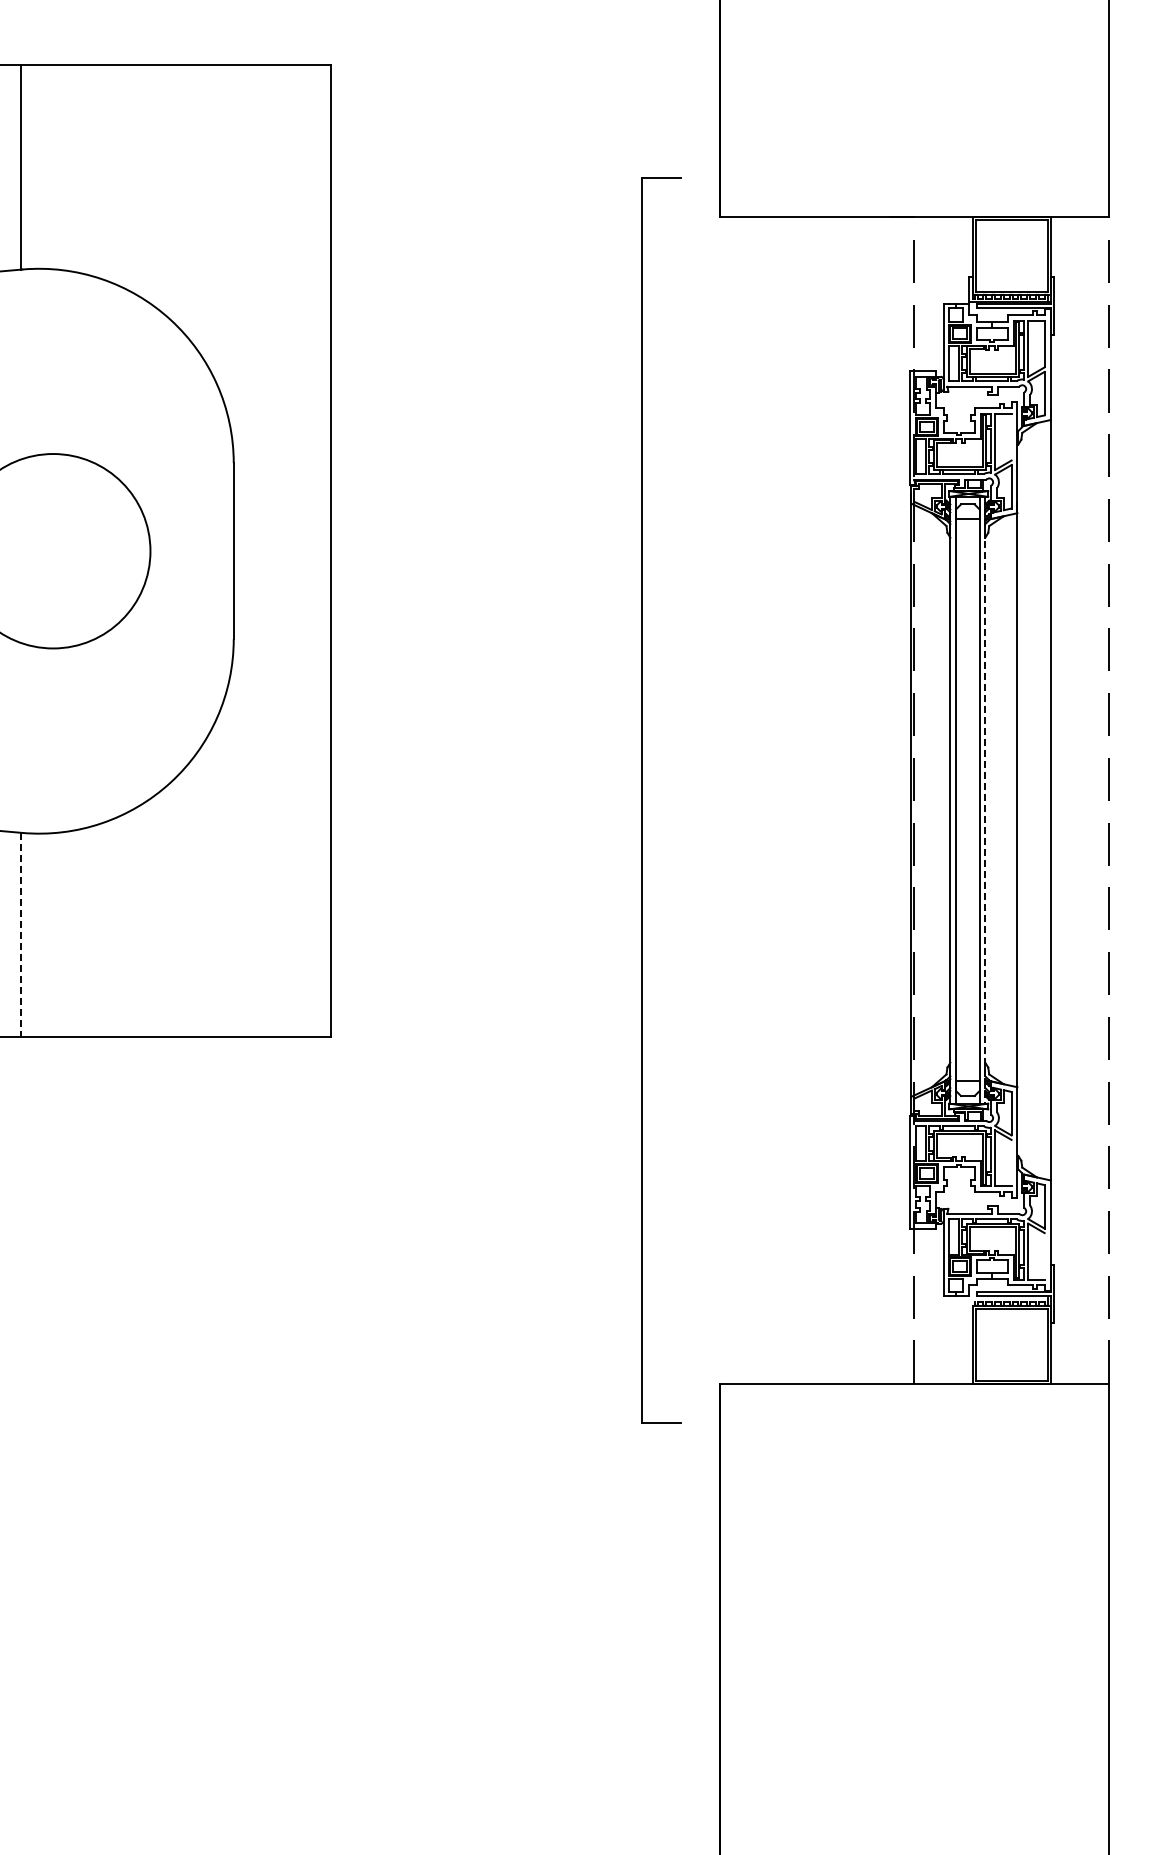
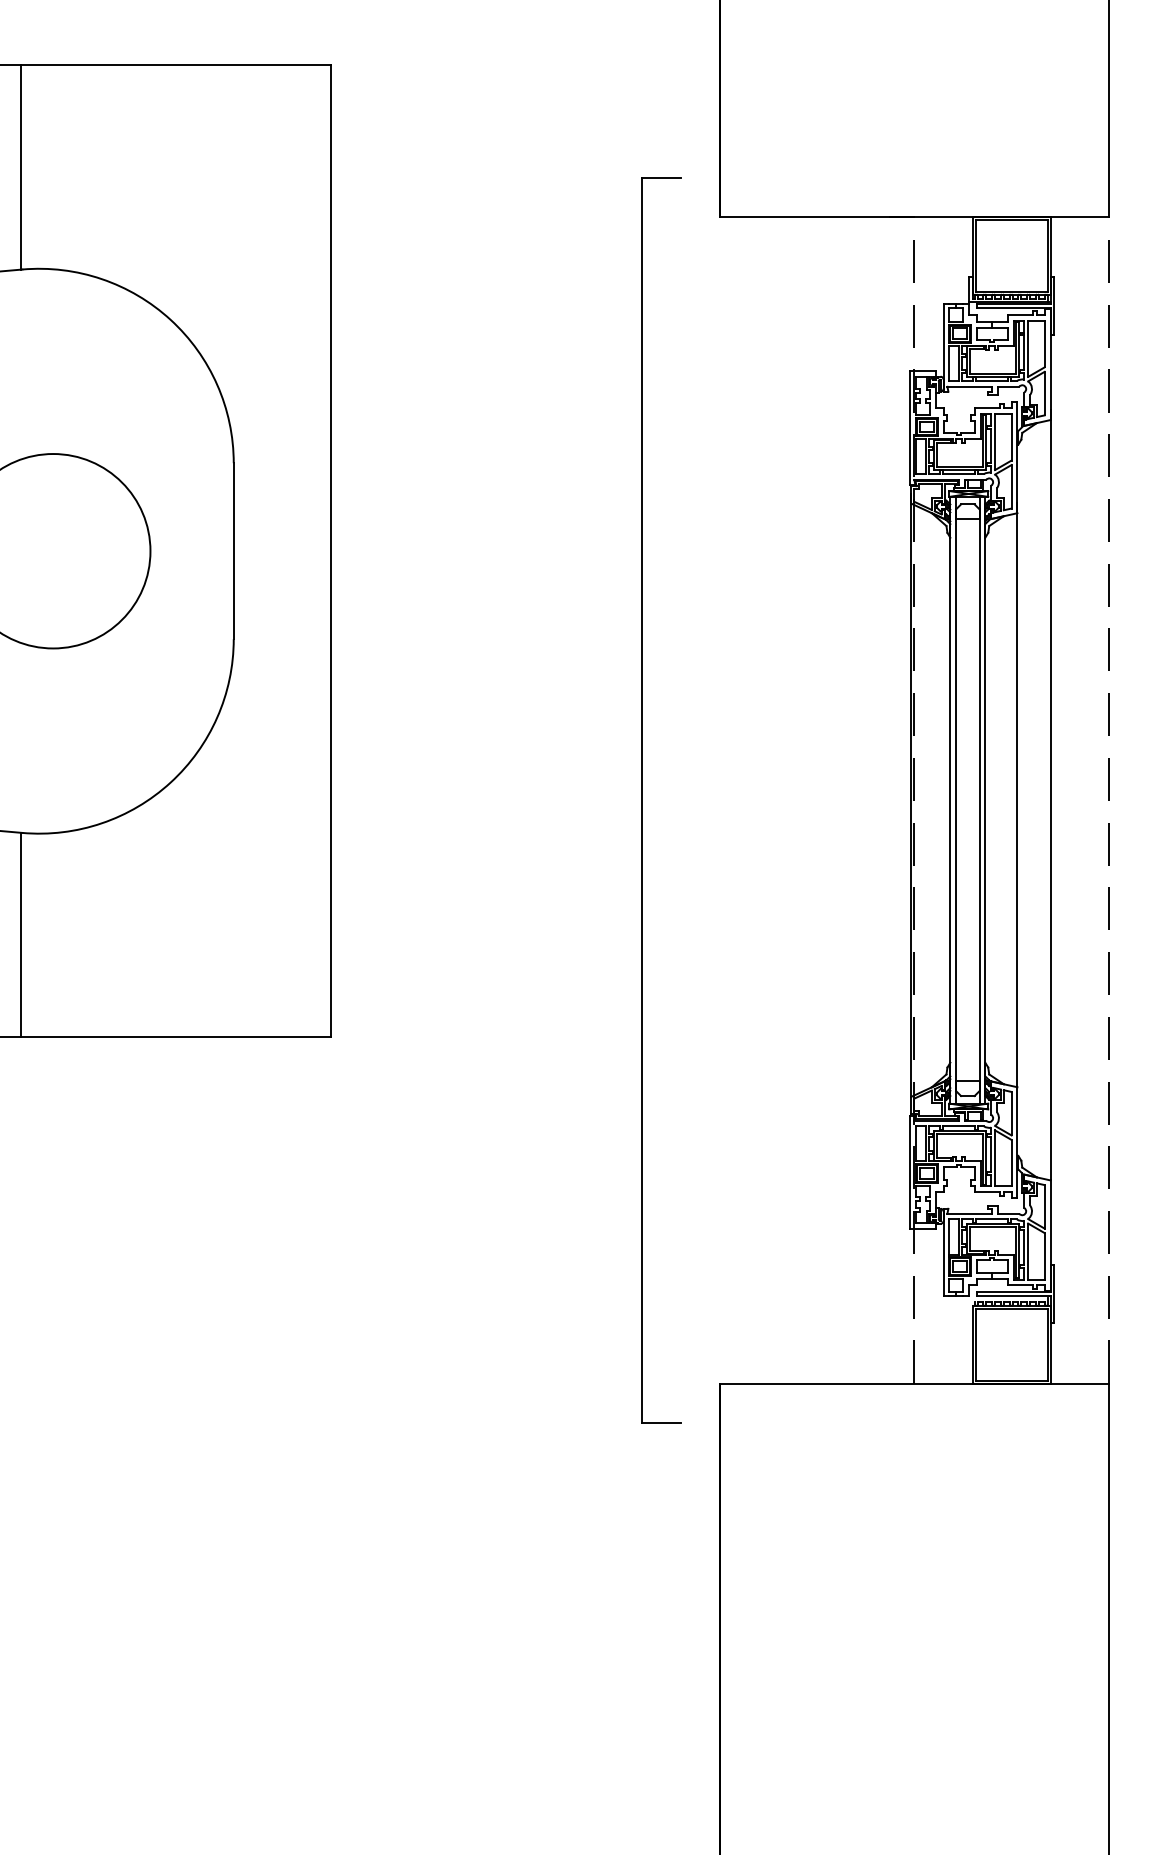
line at (1011, 437): none -> present
line at (985, 800): dashed -> solid
line at (20, 935): dashed -> solid
line at (1011, 1162): none -> present
line at (1044, 1256): none -> present
